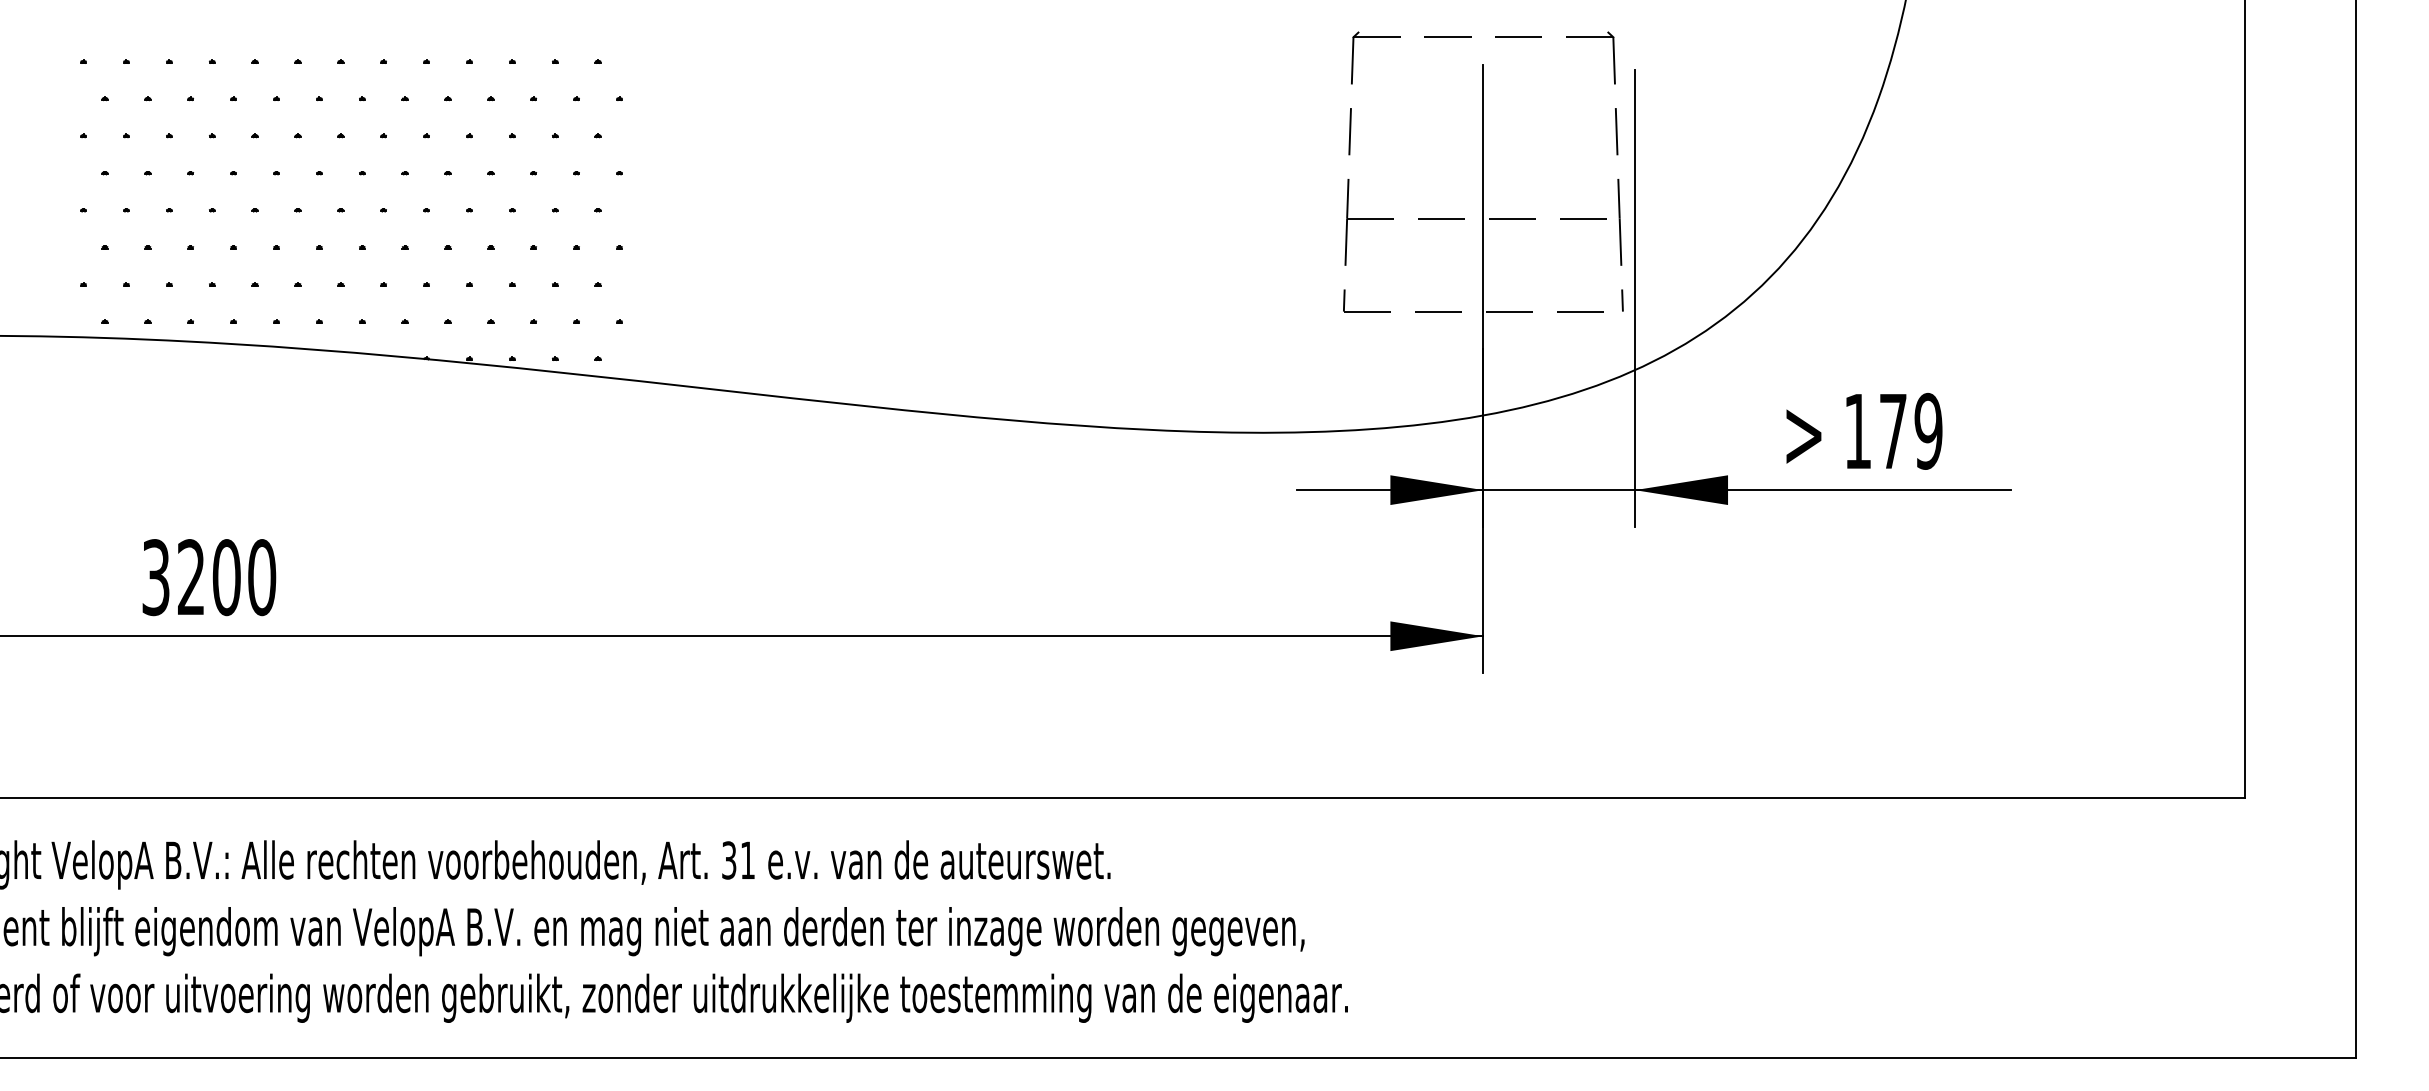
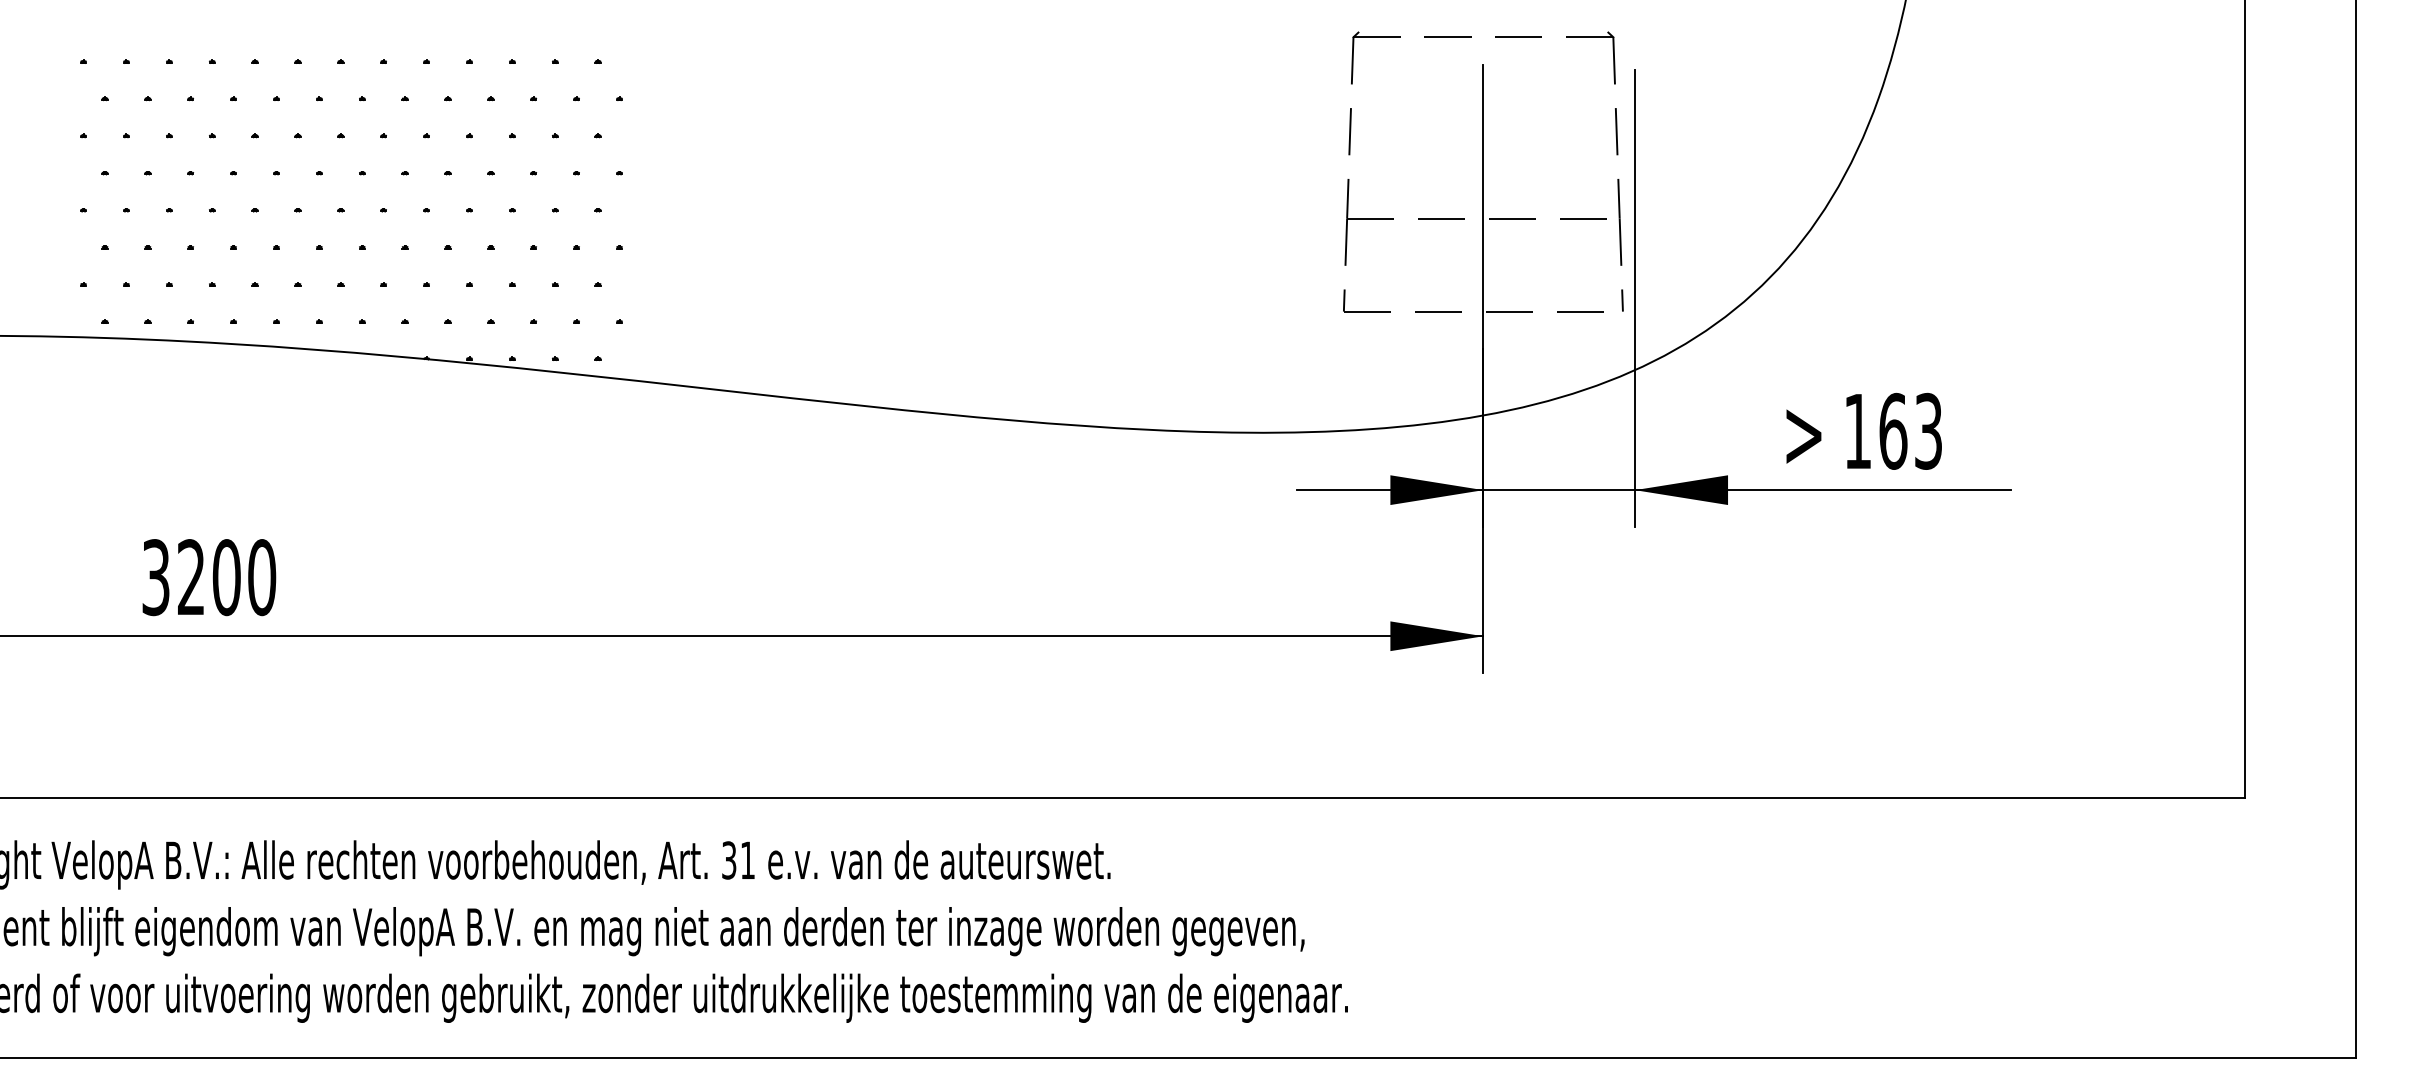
text at (1910, 430): 179 -> 163
